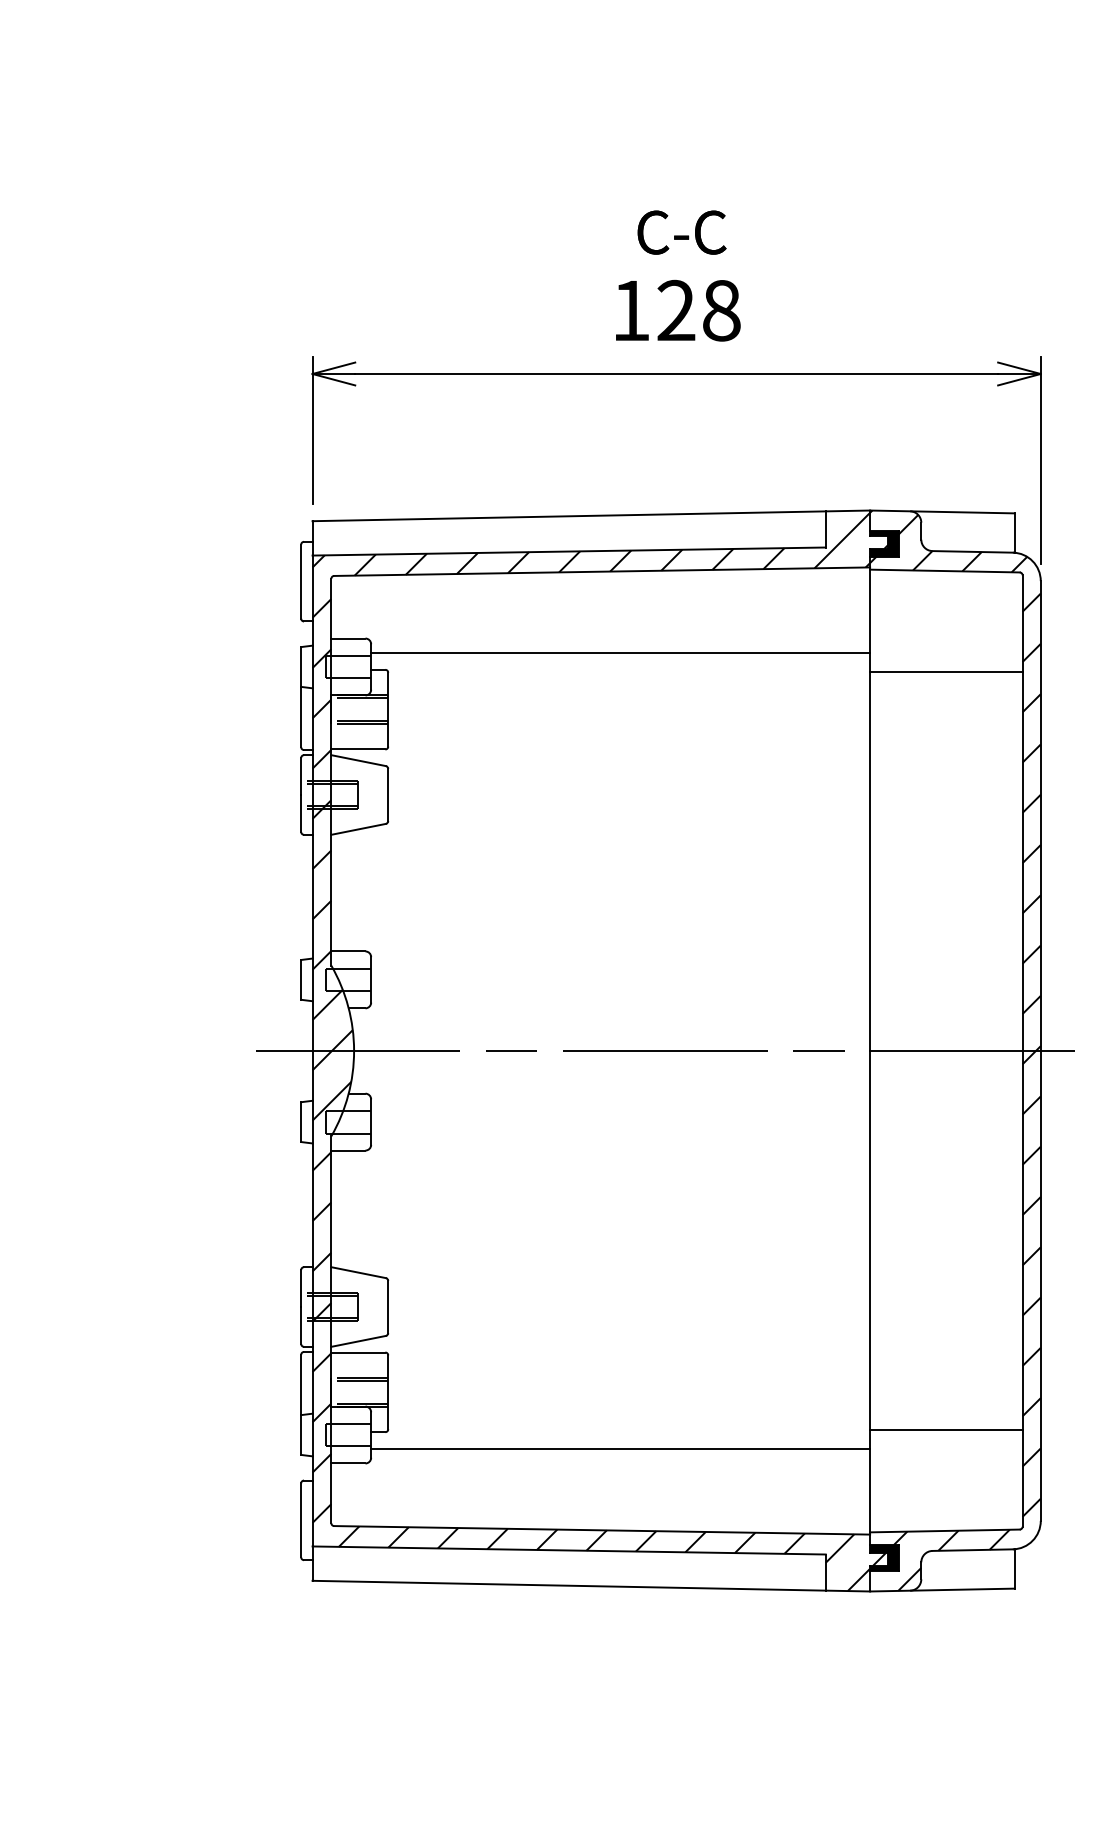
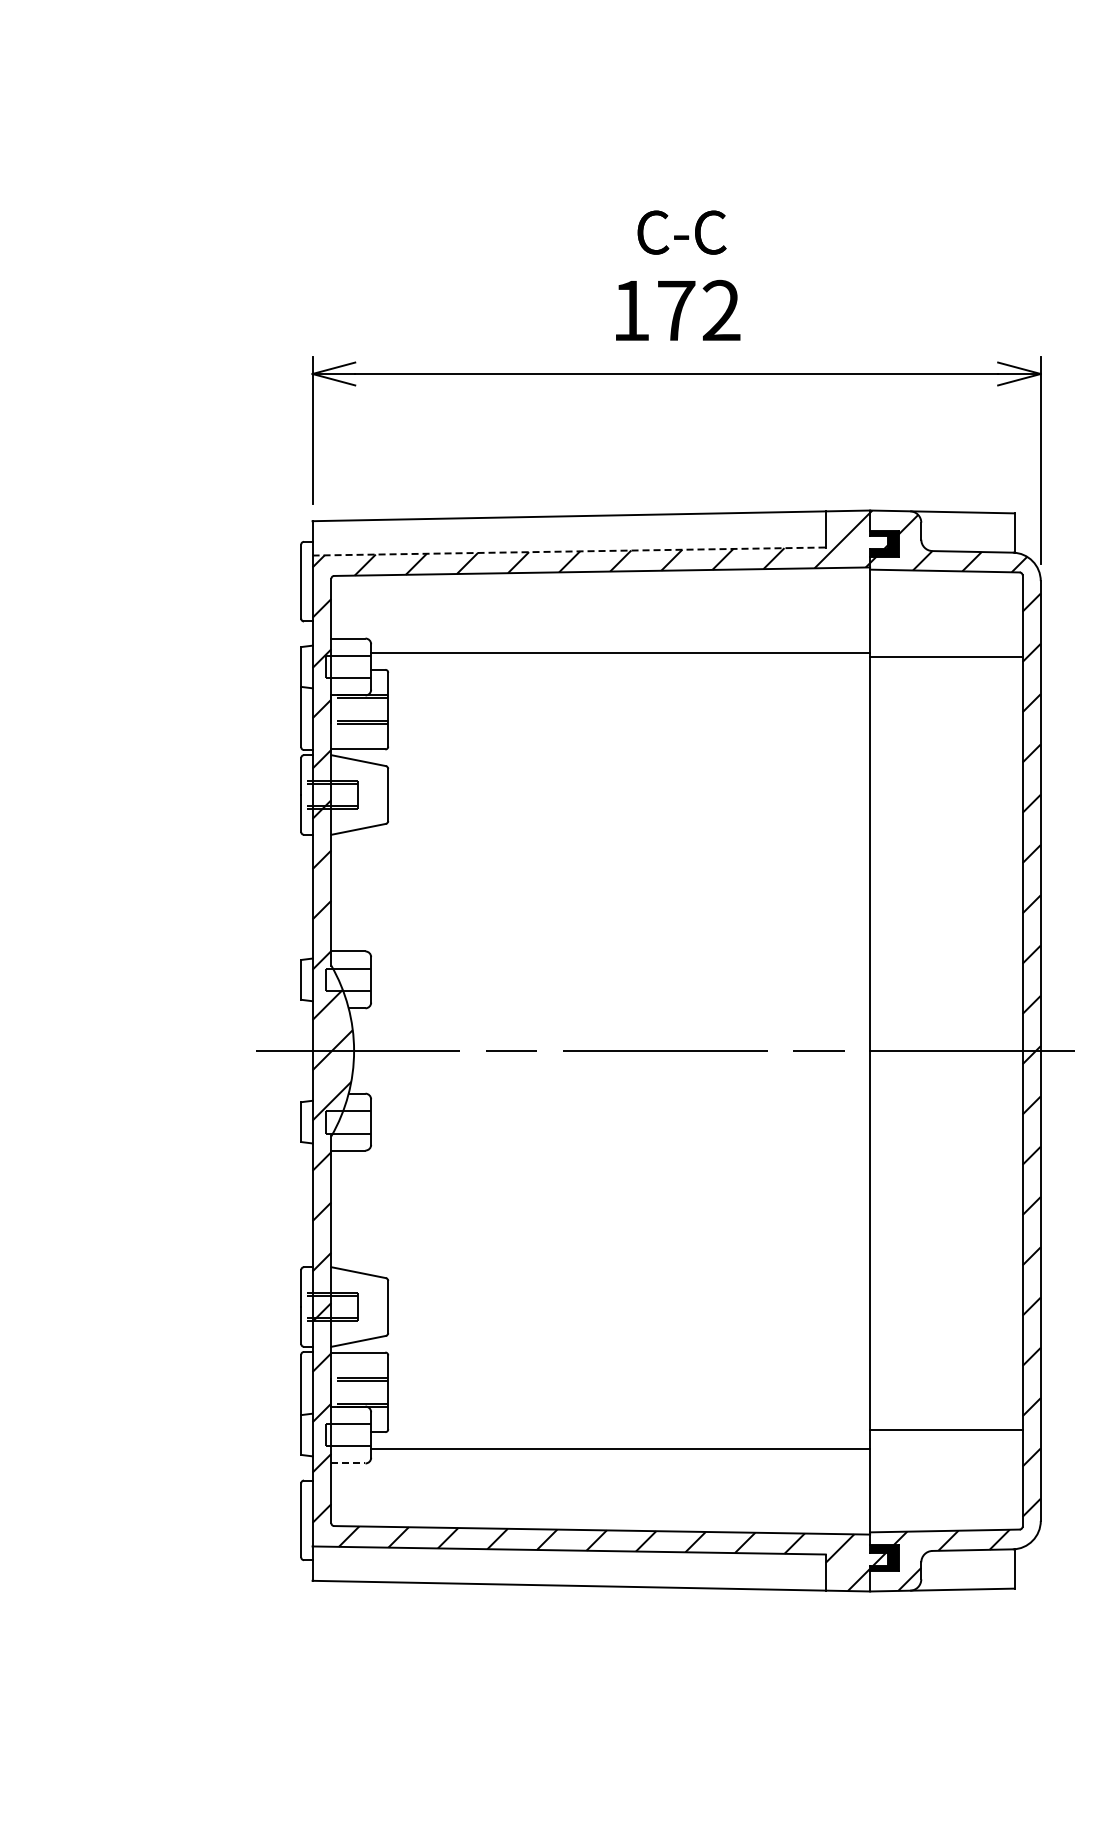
text at (698, 310): 128 -> 172
line at (569, 551): solid -> dashed
line at (946, 672) position: (946, 672) -> (946, 657)
line at (348, 1463): solid -> dashed
